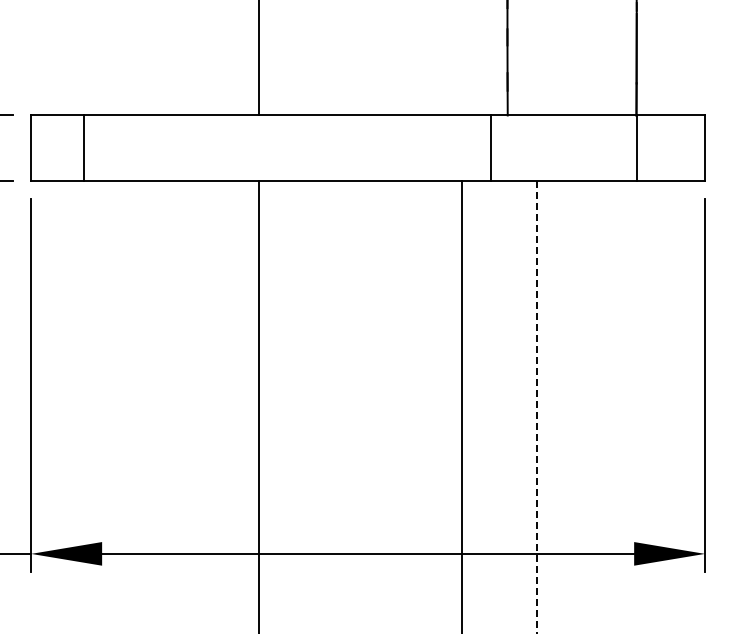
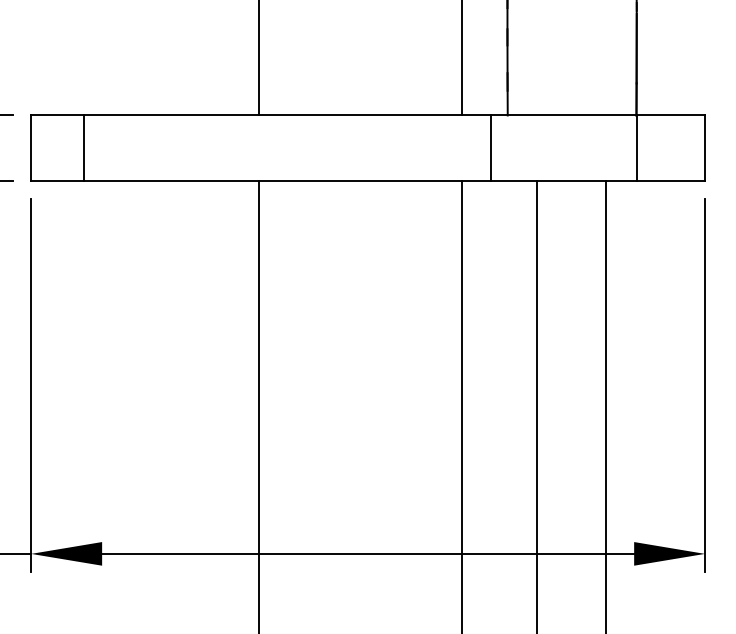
line at (461, 58): none -> present
line at (605, 405): none -> present
line at (536, 407): dashed -> solid
